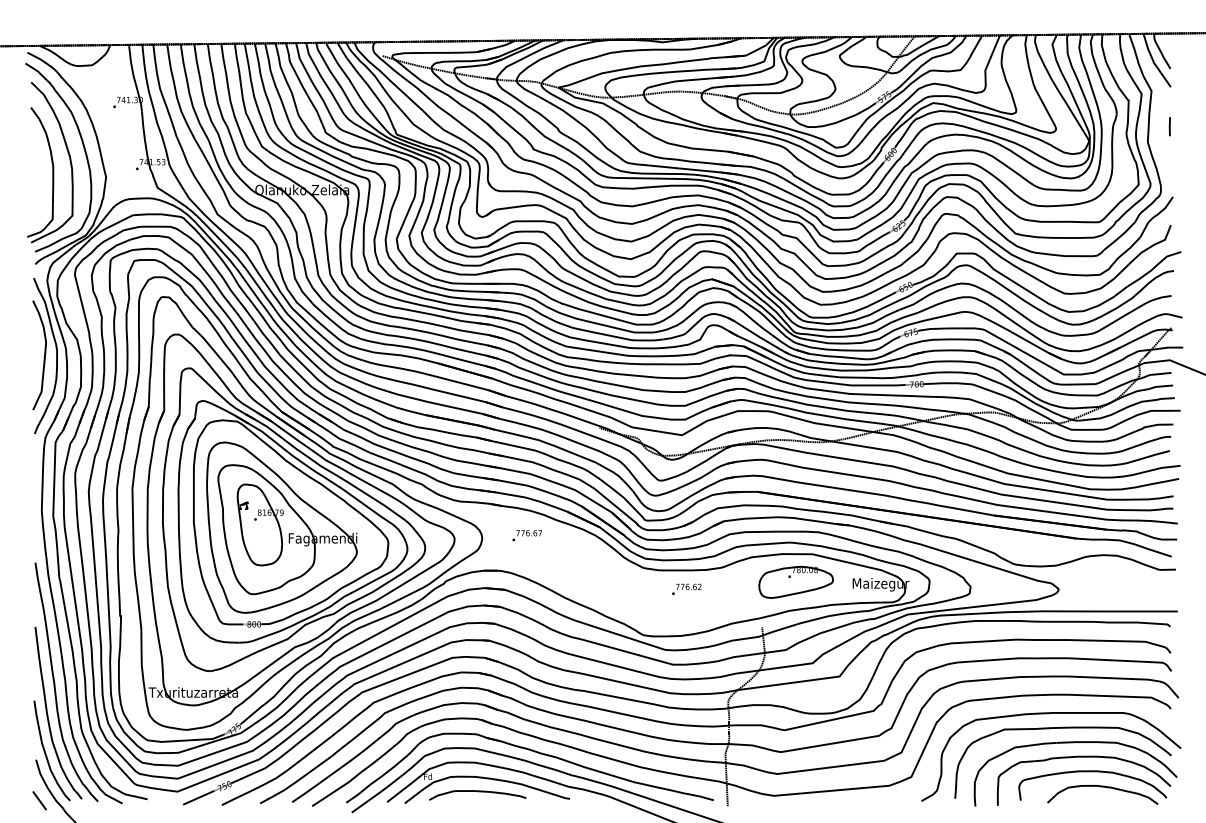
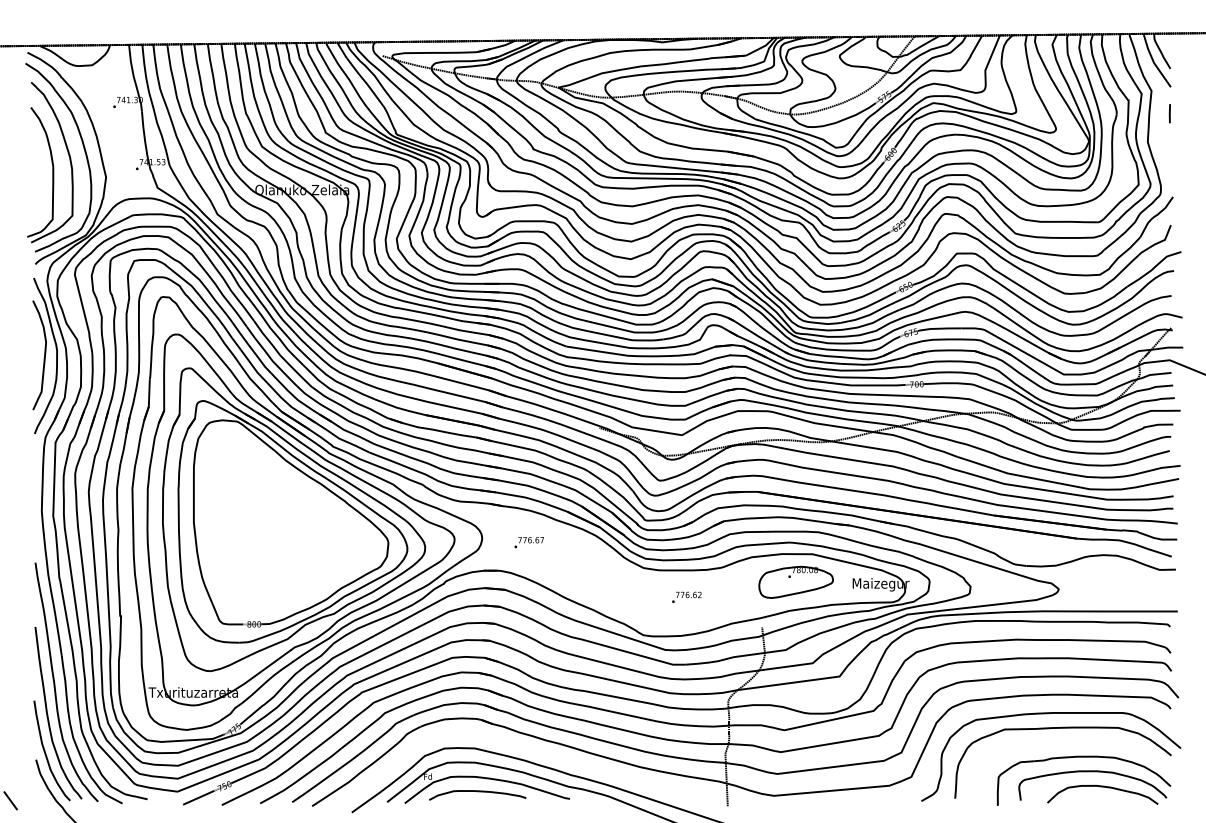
line at (1169, 126) position: (1169, 126) -> (1169, 113)
part at (281, 527): present -> none
text at (526, 535) position: (526, 535) -> (528, 542)
text at (686, 588) position: (686, 588) -> (686, 596)
part at (1074, 743): present -> none
part at (534, 752): present -> none
line at (39, 800) position: (39, 800) -> (10, 800)
